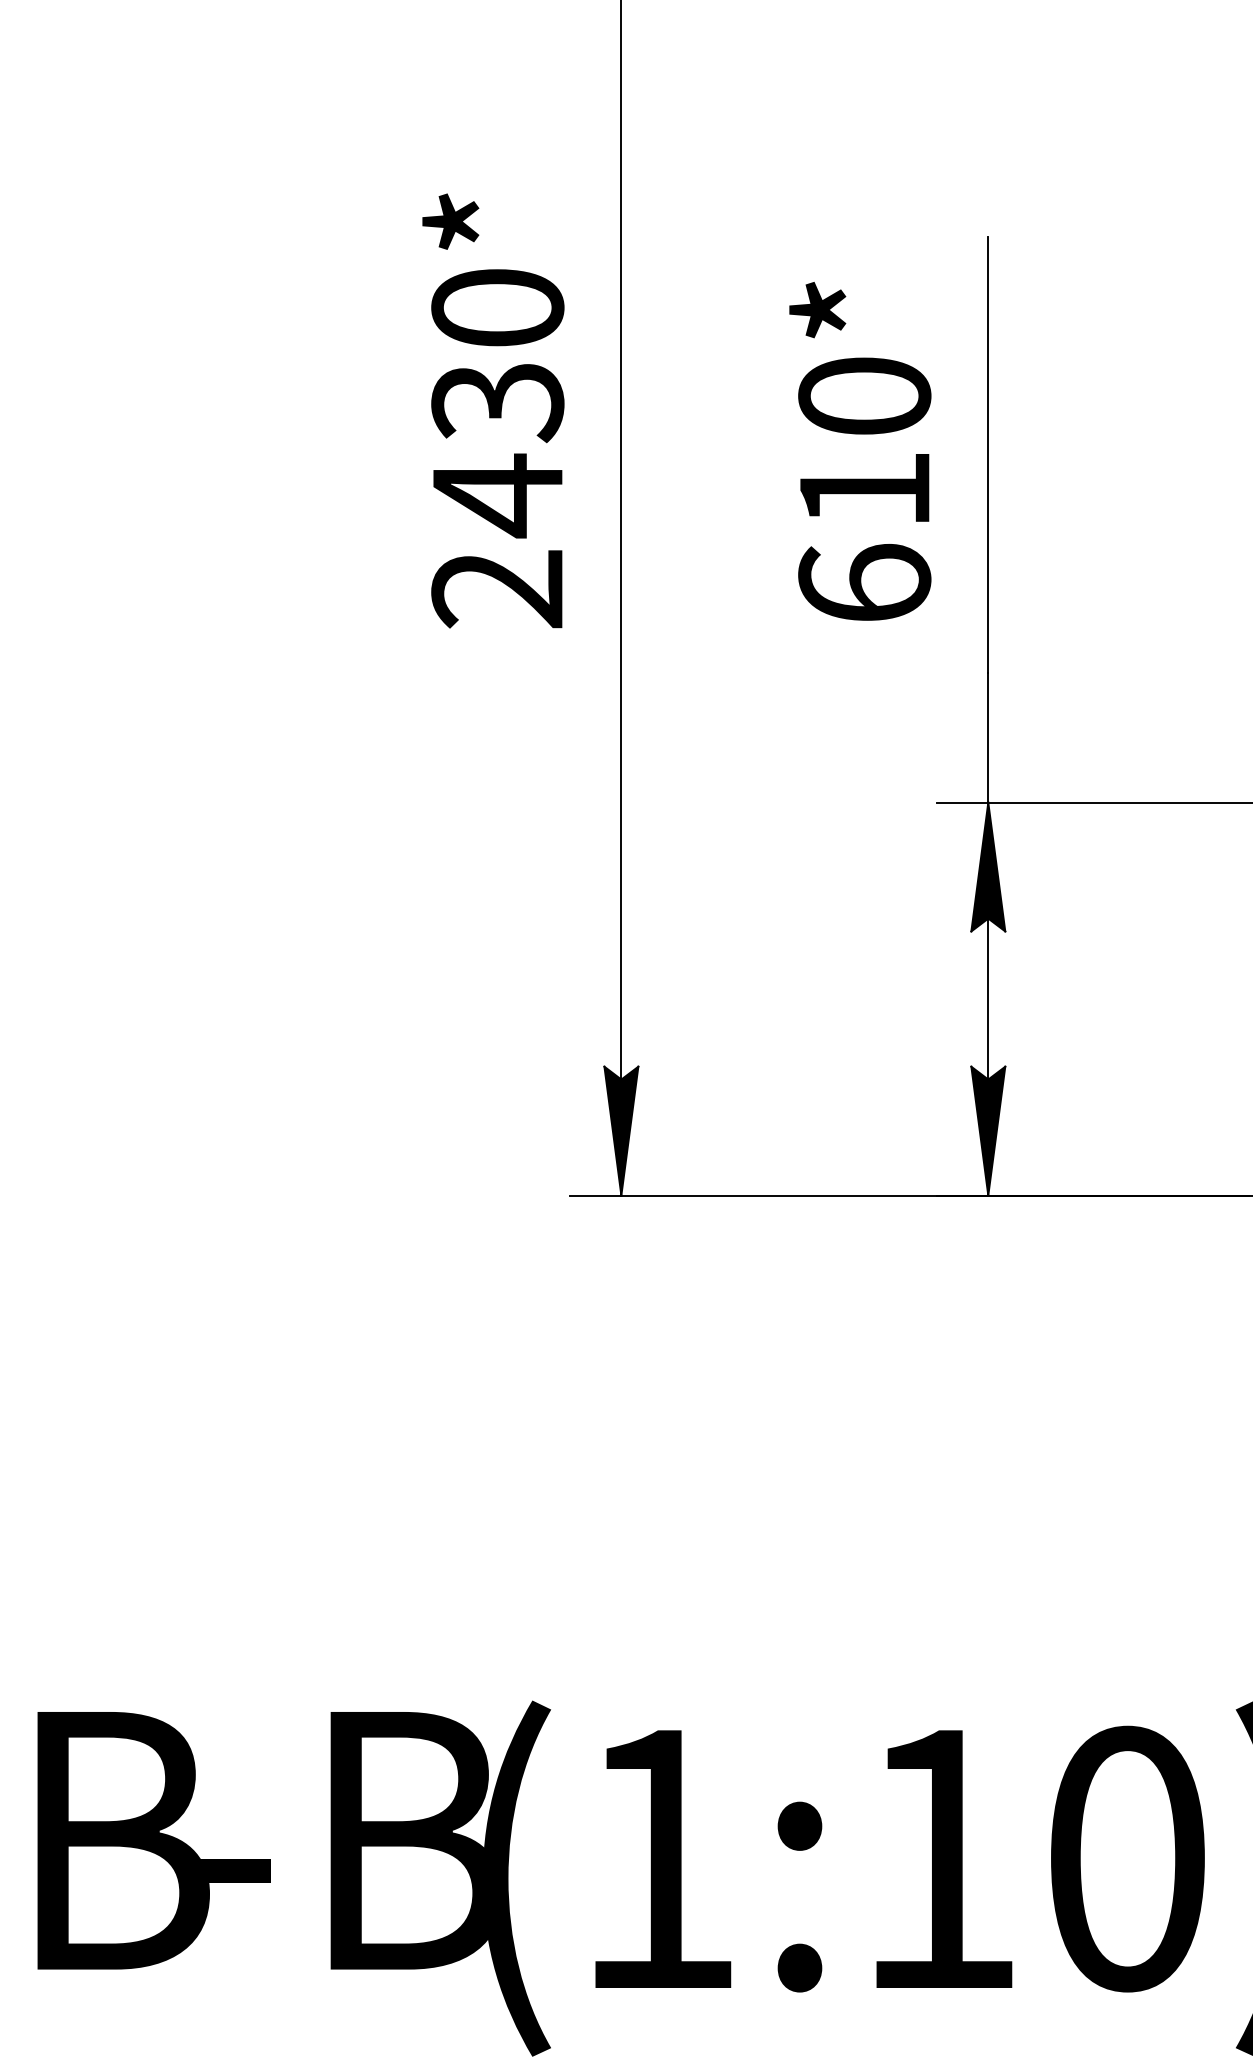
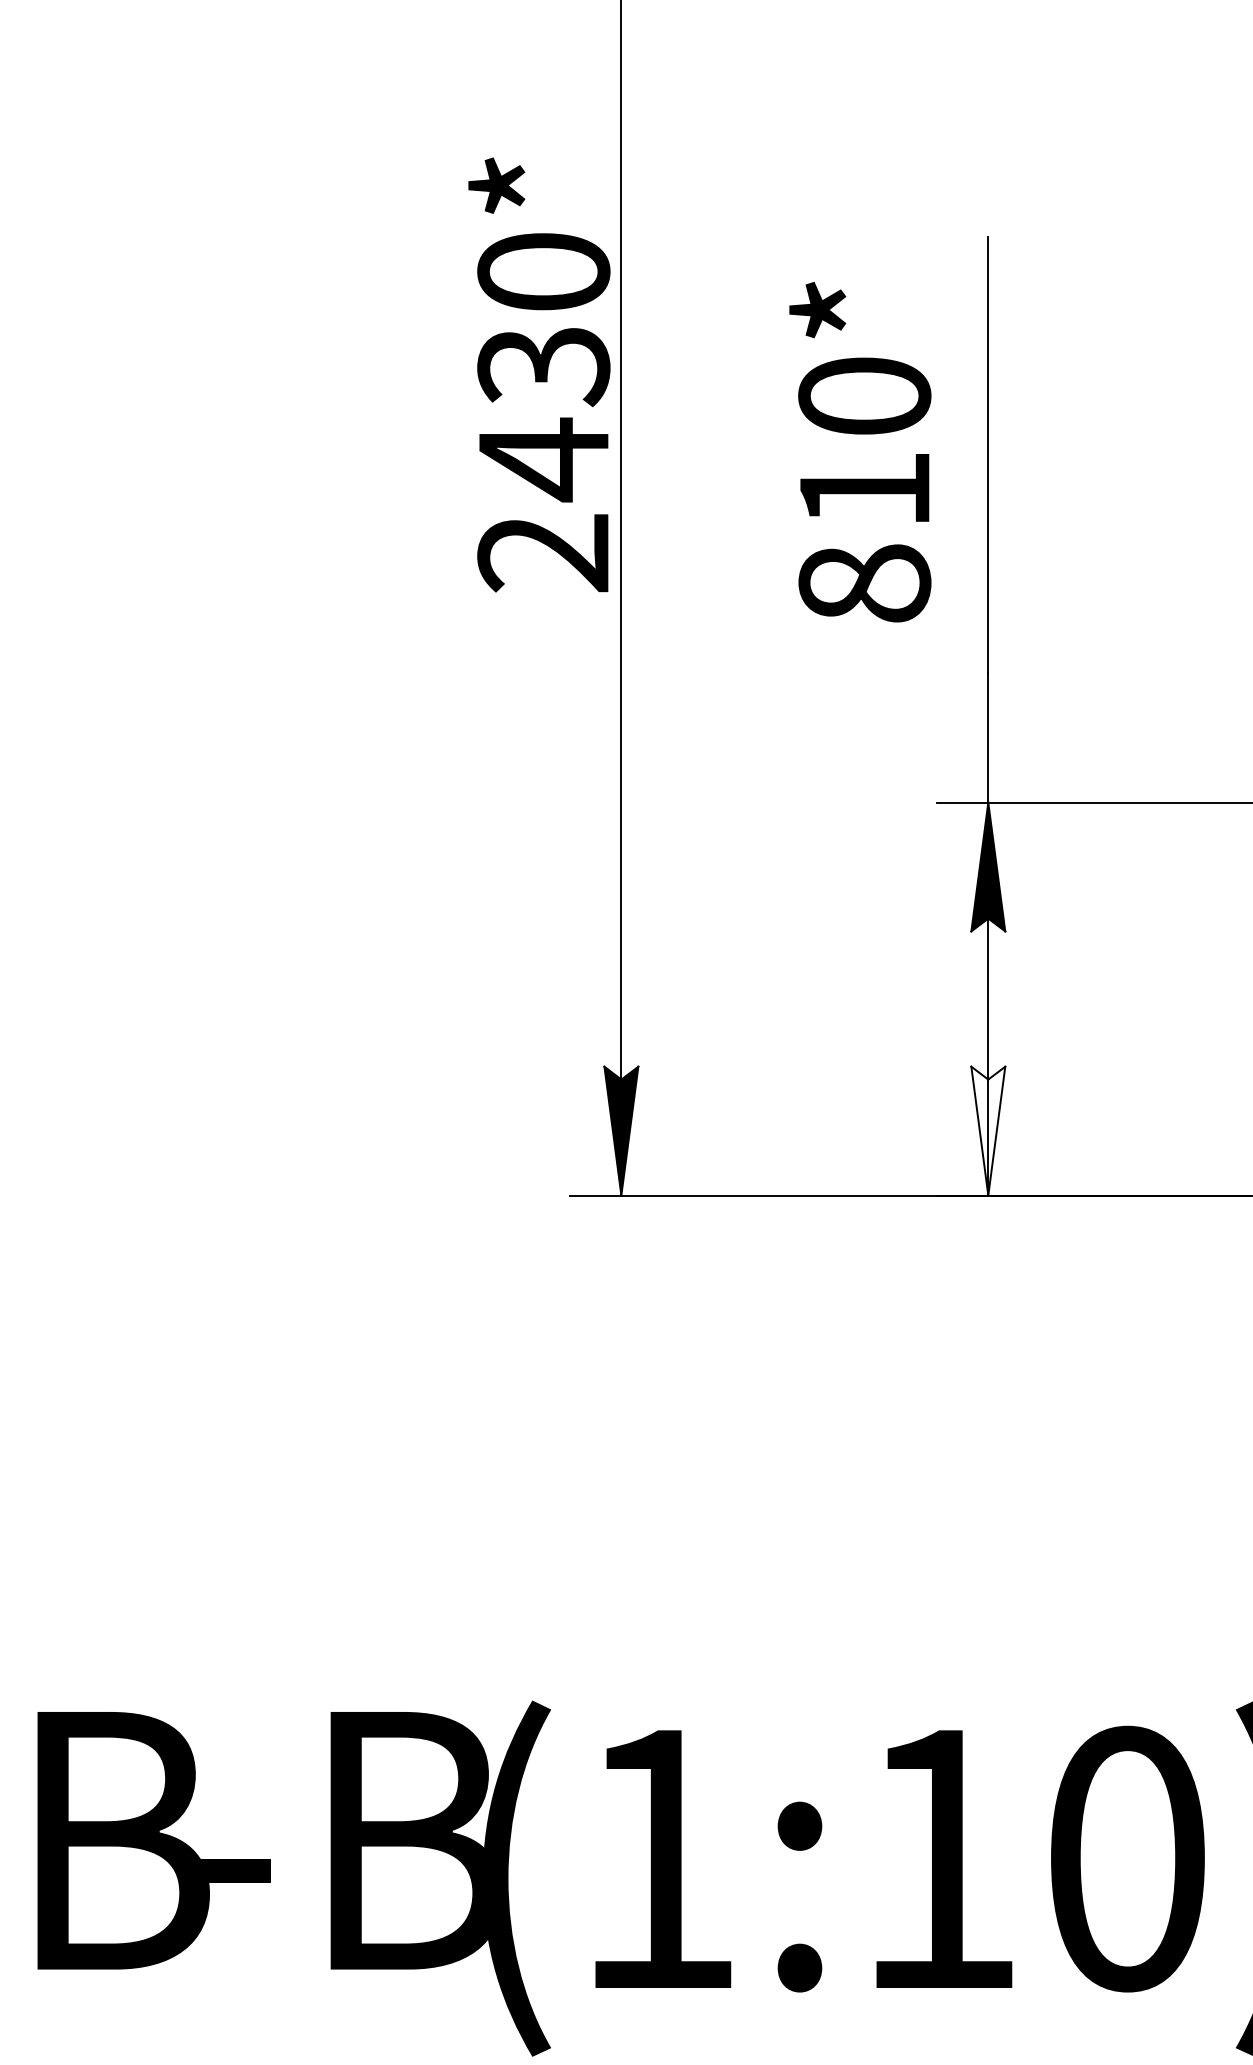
text at (493, 410) position: (493, 410) -> (539, 374)
text at (864, 583): 610* -> 810*
fill at (988, 1130): present -> none
